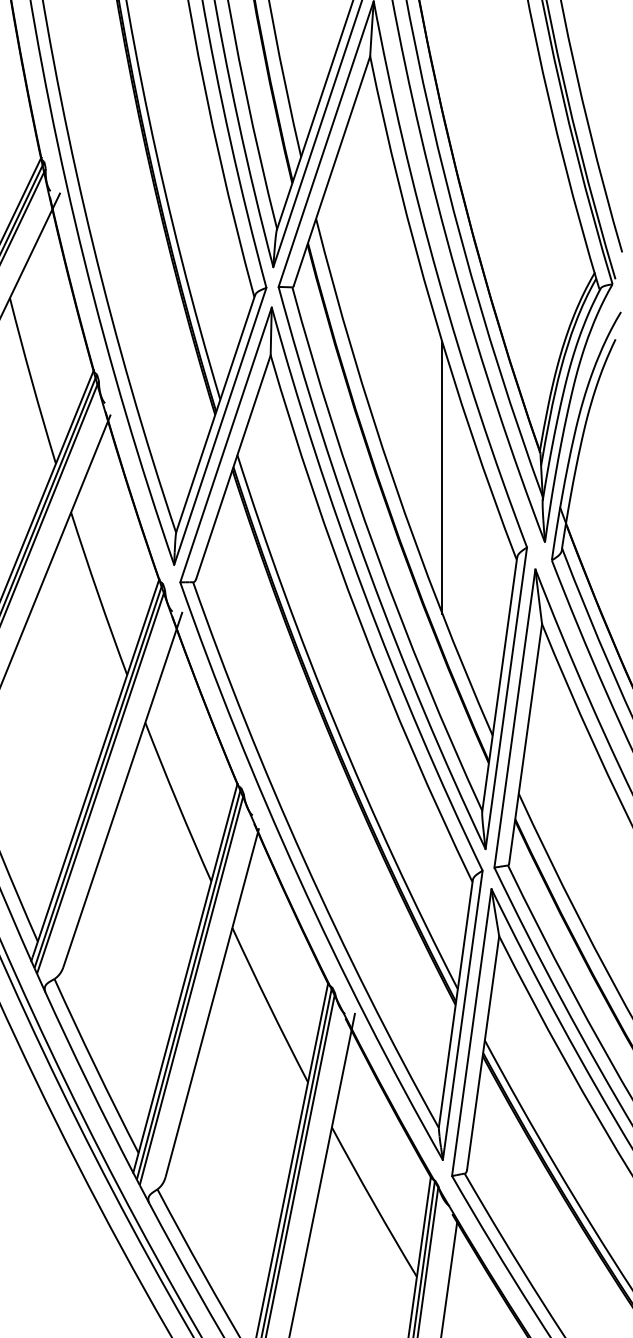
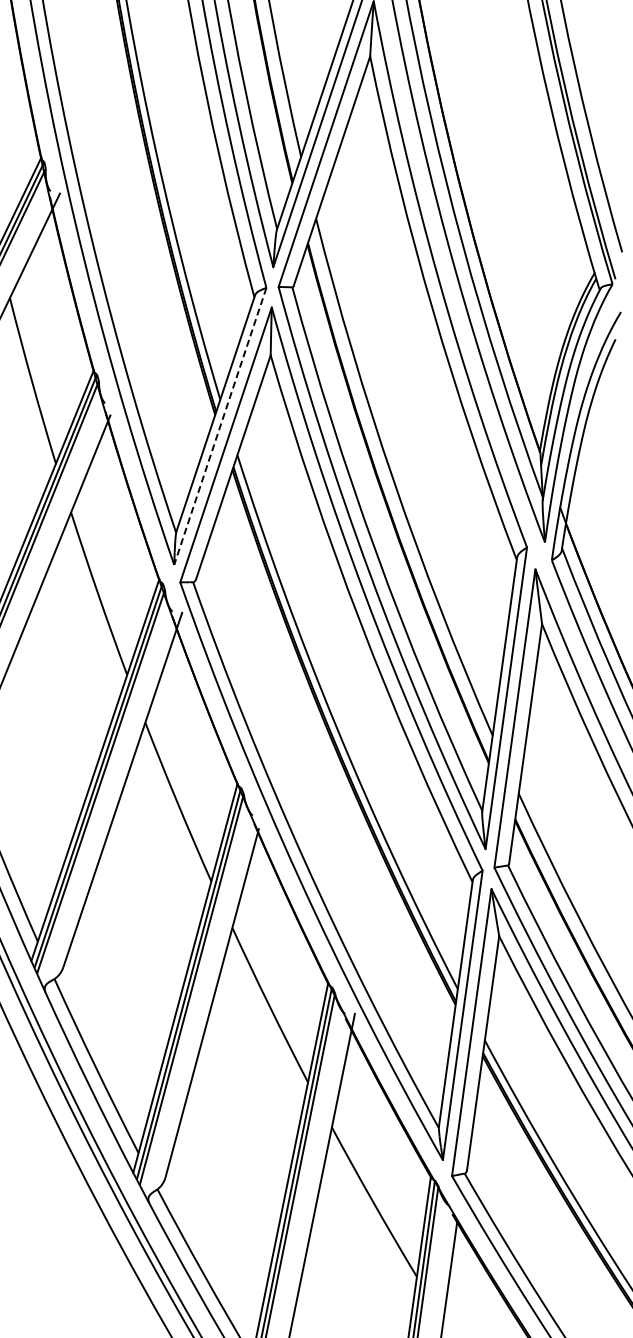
line at (220, 426): solid -> dashed
line at (442, 477): present -> none
